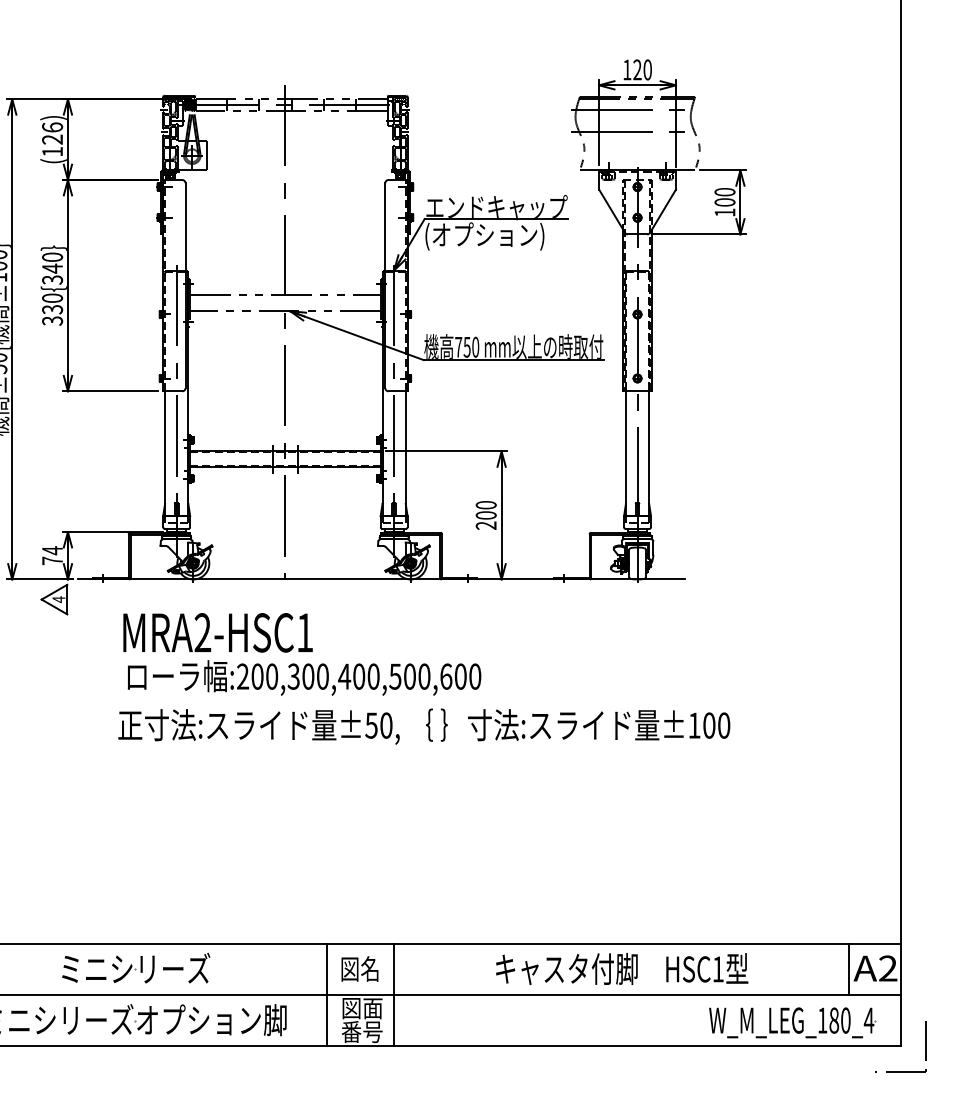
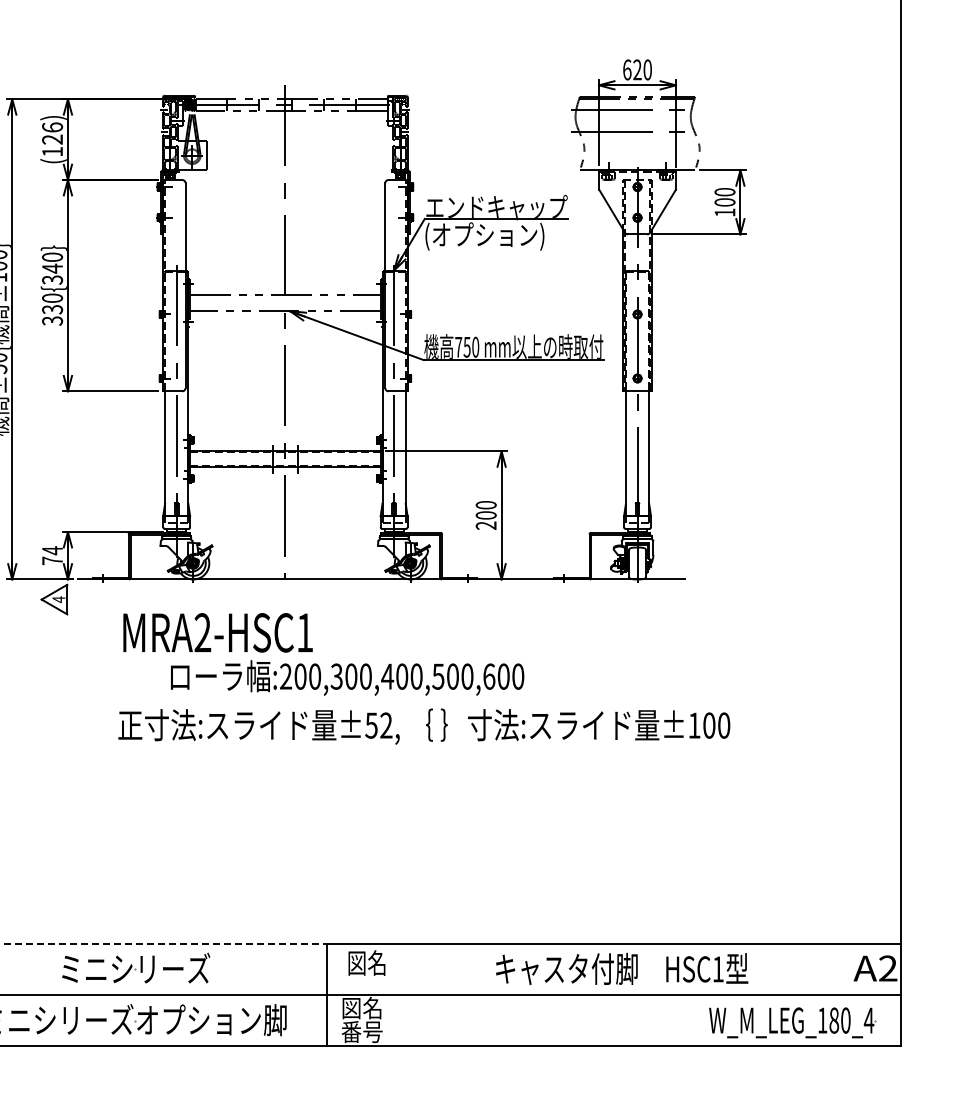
text at (627, 69): 120 -> 620
text at (304, 677) position: (304, 677) -> (347, 677)
text at (386, 725): ±50, -> ±52,
line at (163, 943): solid -> dashed
text at (359, 968) position: (359, 968) -> (366, 962)
line at (849, 969): present -> none
line at (393, 994): present -> none
text at (372, 1007): 図面 -> 図名
part at (925, 1046): present -> none
